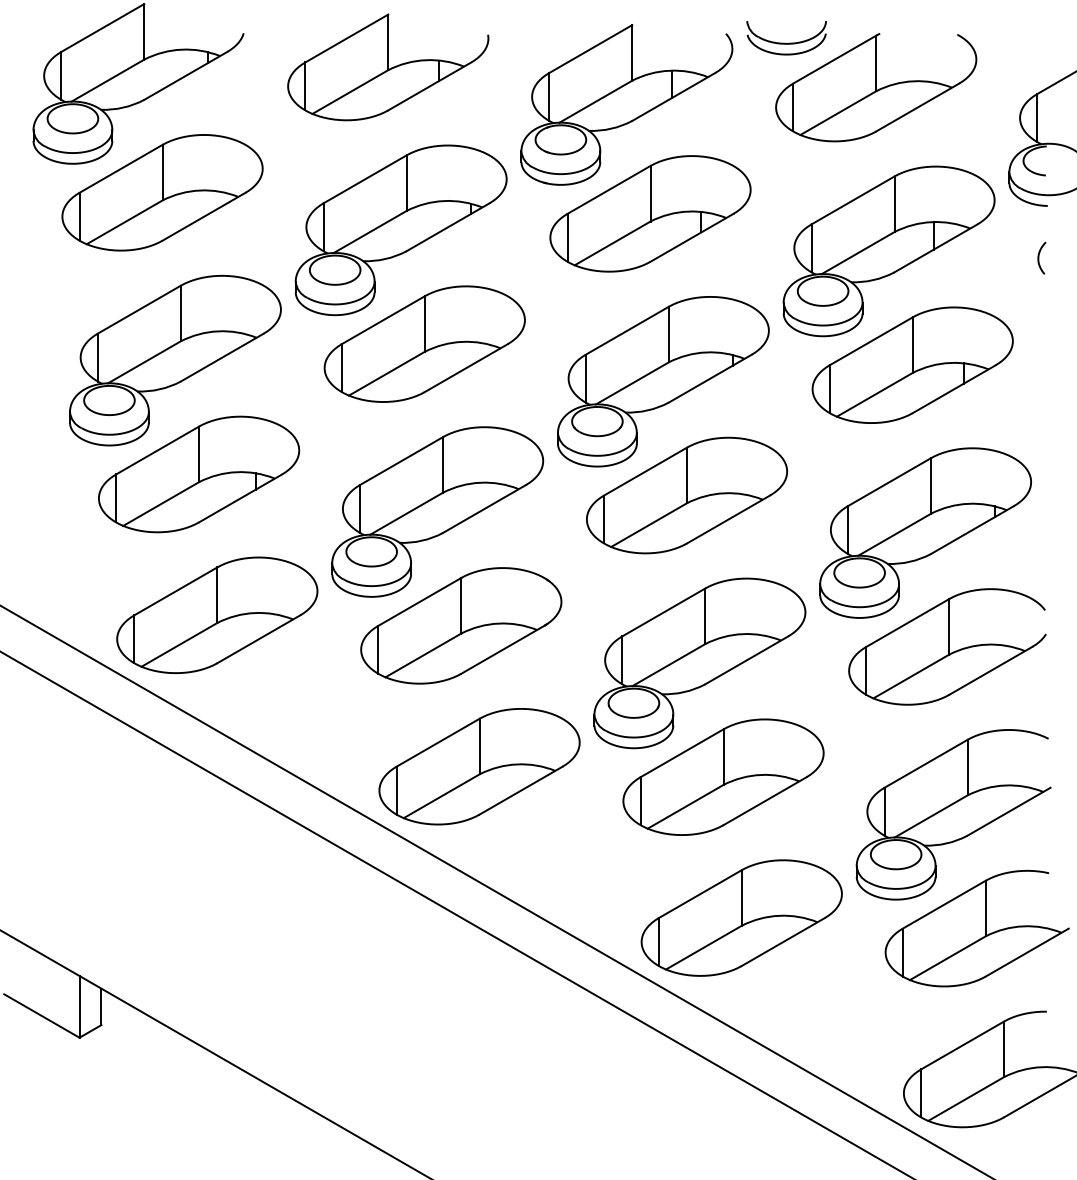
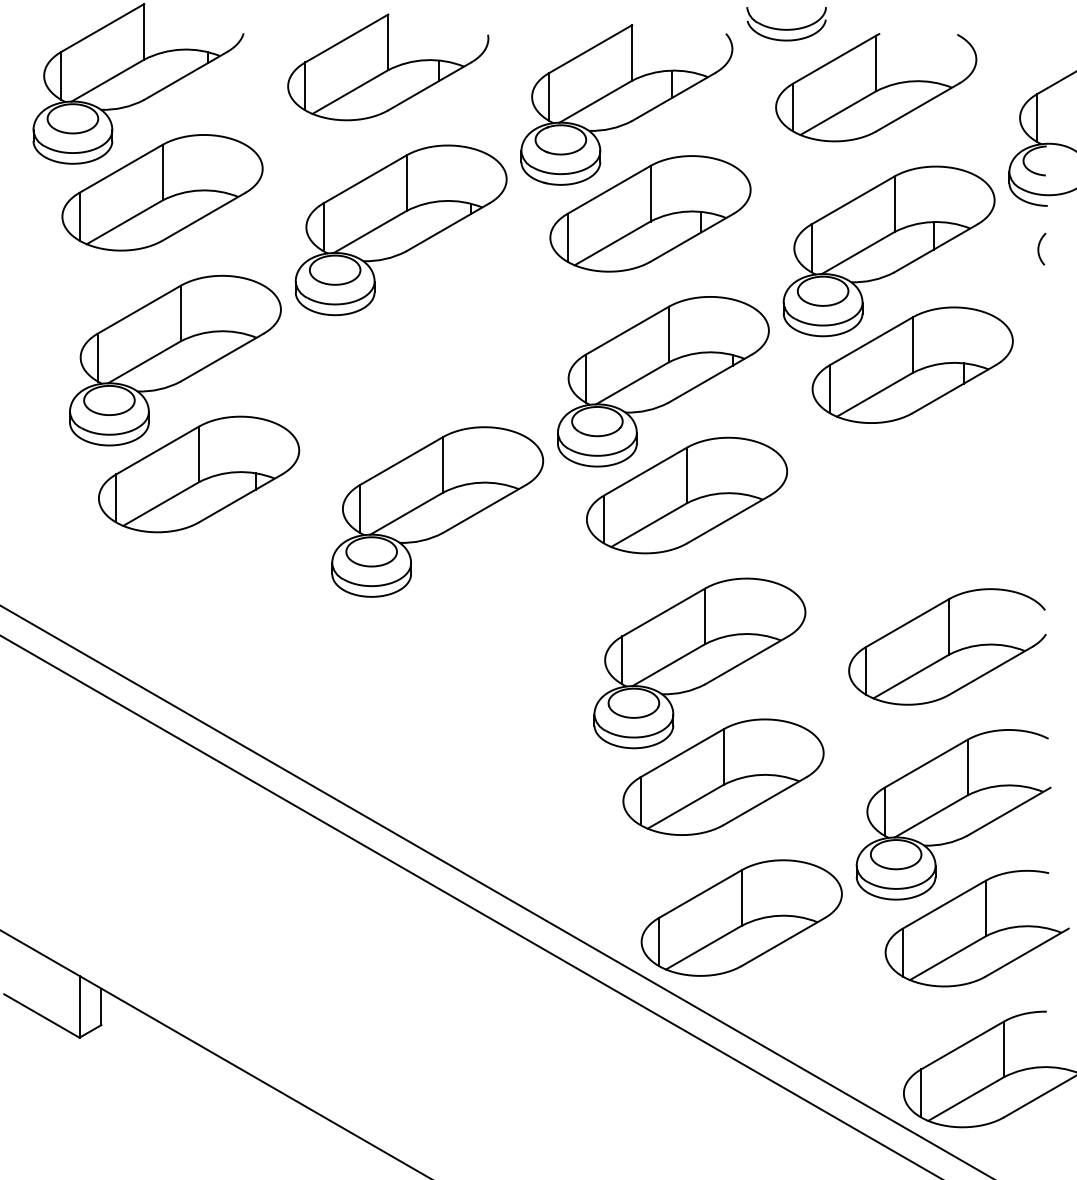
part at (786, 38) position: (786, 38) -> (786, 24)
curve at (1039, 257) position: (1039, 257) -> (1039, 248)
part at (424, 343): present -> none
part at (925, 532): present -> none
part at (217, 614): present -> none
part at (461, 625): present -> none
part at (479, 766): present -> none
line at (456, 914) position: (456, 914) -> (469, 906)
